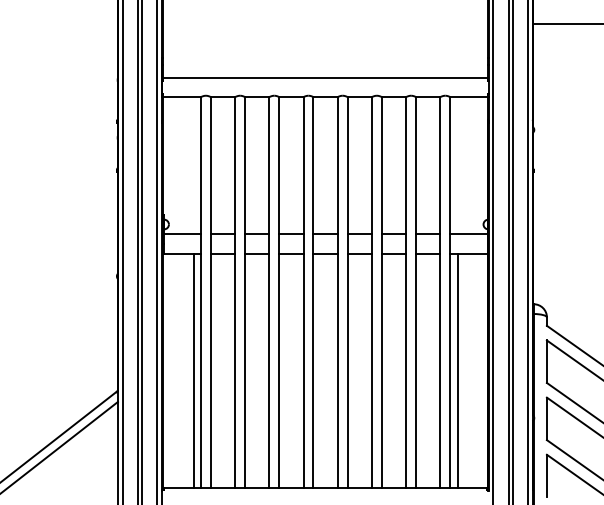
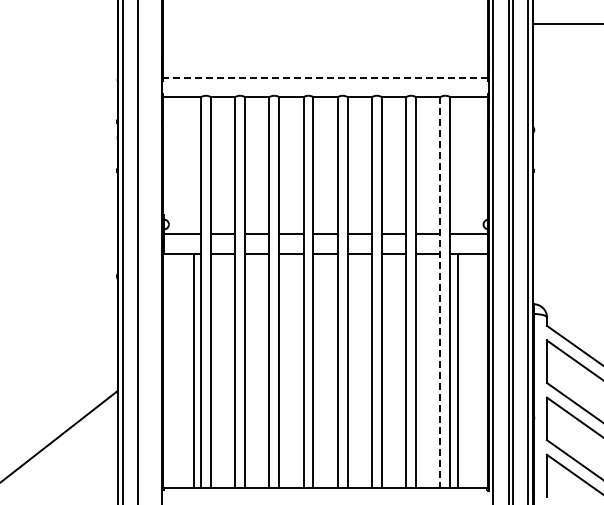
line at (325, 77): solid -> dashed
line at (141, 251): present -> none
line at (157, 251): present -> none
line at (440, 292): solid -> dashed
line at (59, 446): present -> none
